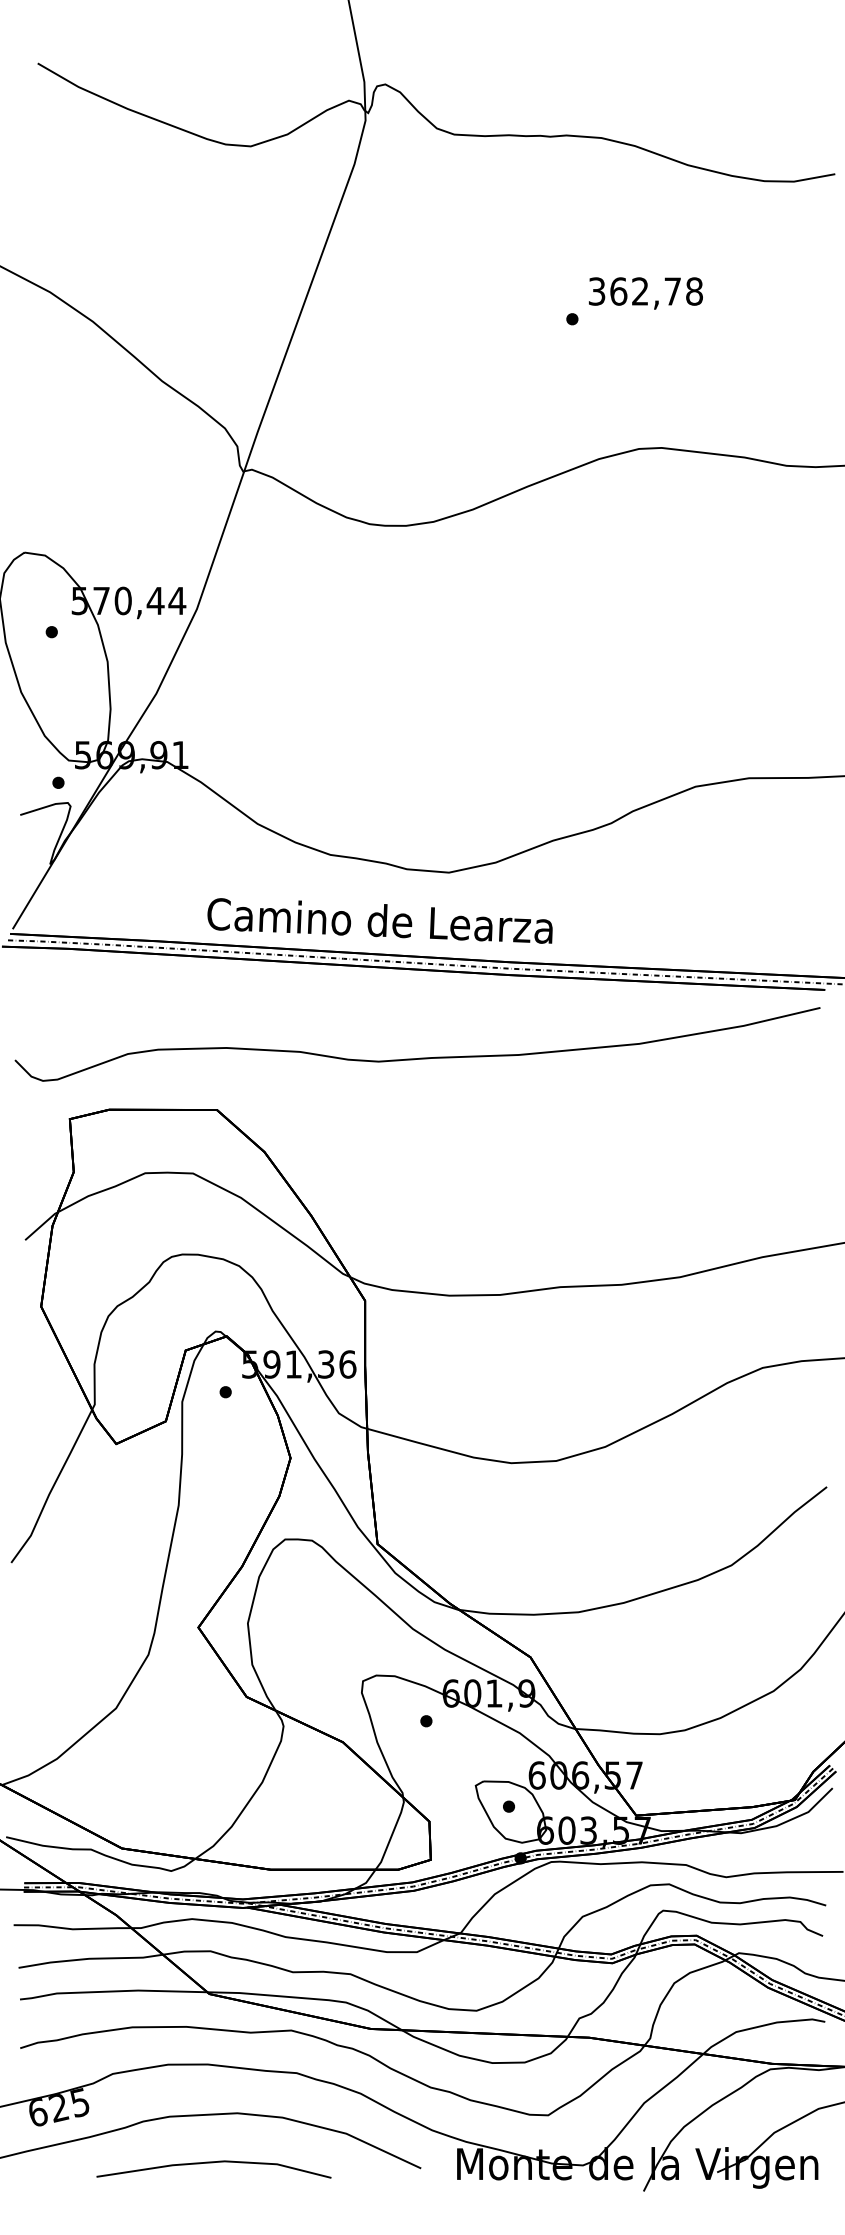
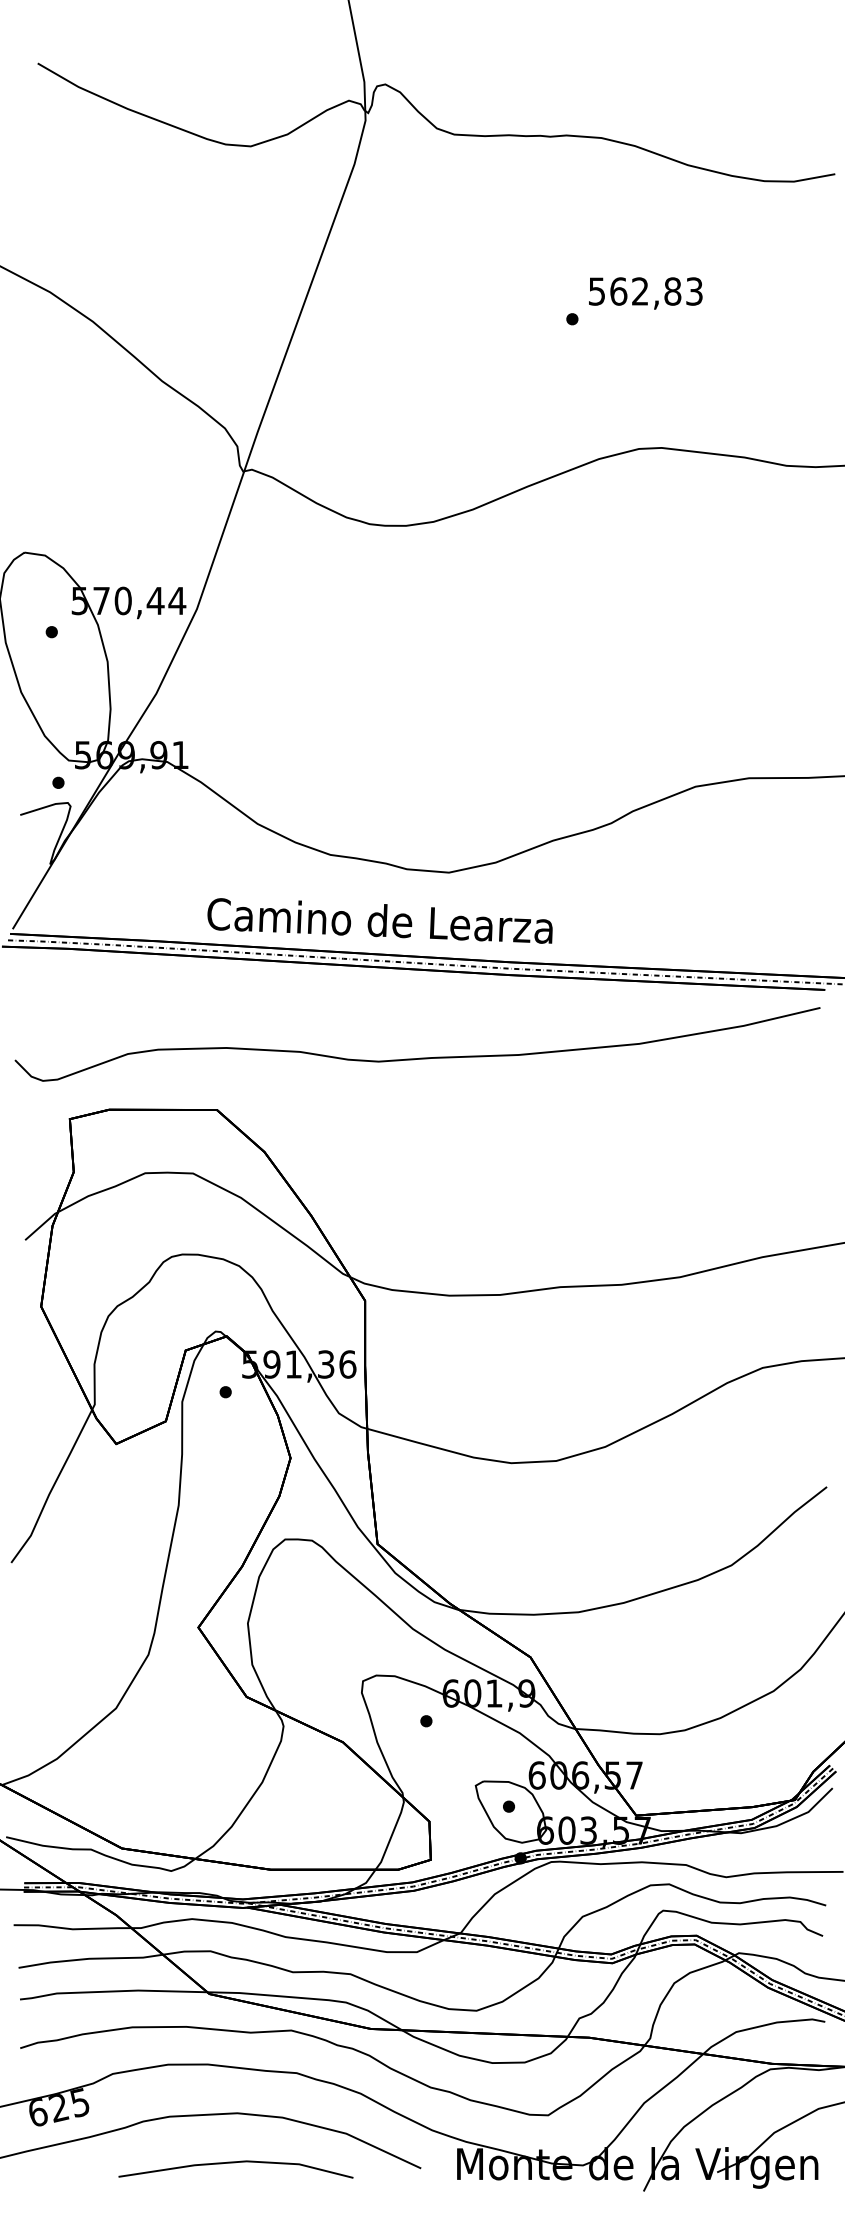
text at (645, 291): 362,78 -> 562,83
line at (213, 2163) position: (213, 2163) -> (235, 2163)
